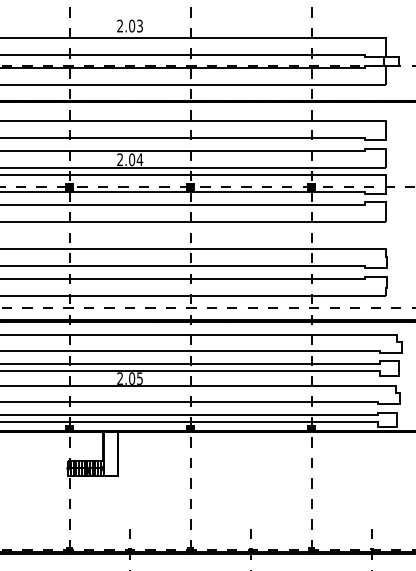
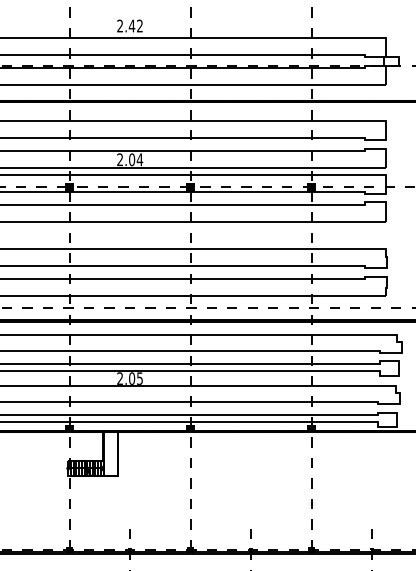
text at (135, 25): 2.03 -> 2.42
